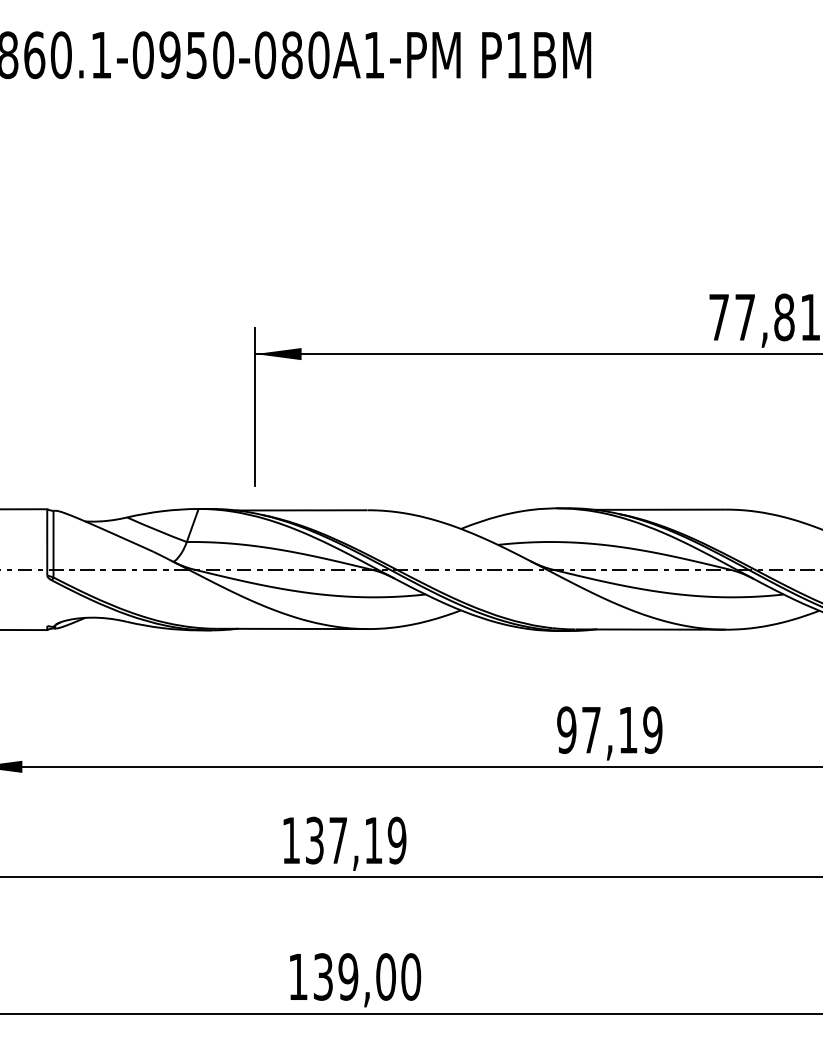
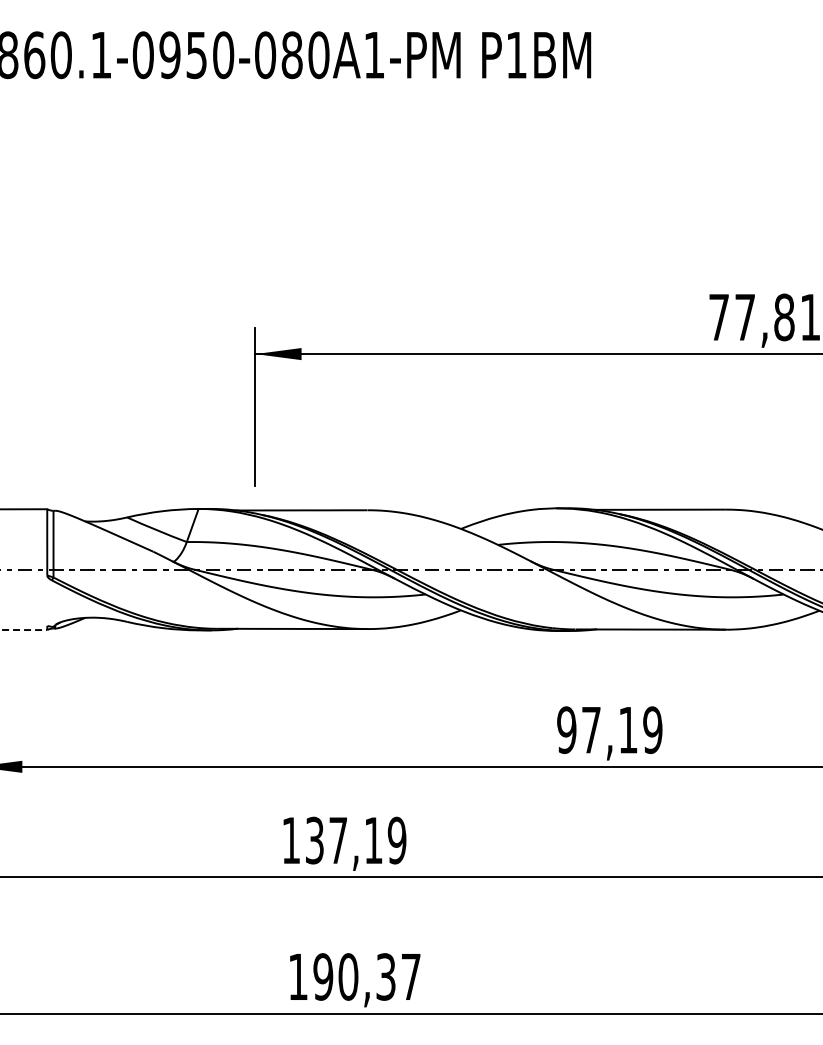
line at (24, 630): solid -> dashed
text at (367, 976): 139,00 -> 190,37
